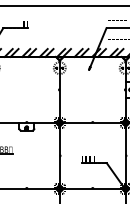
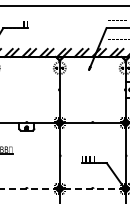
line at (28, 188): solid -> dashed
line at (92, 188): solid -> dashed
